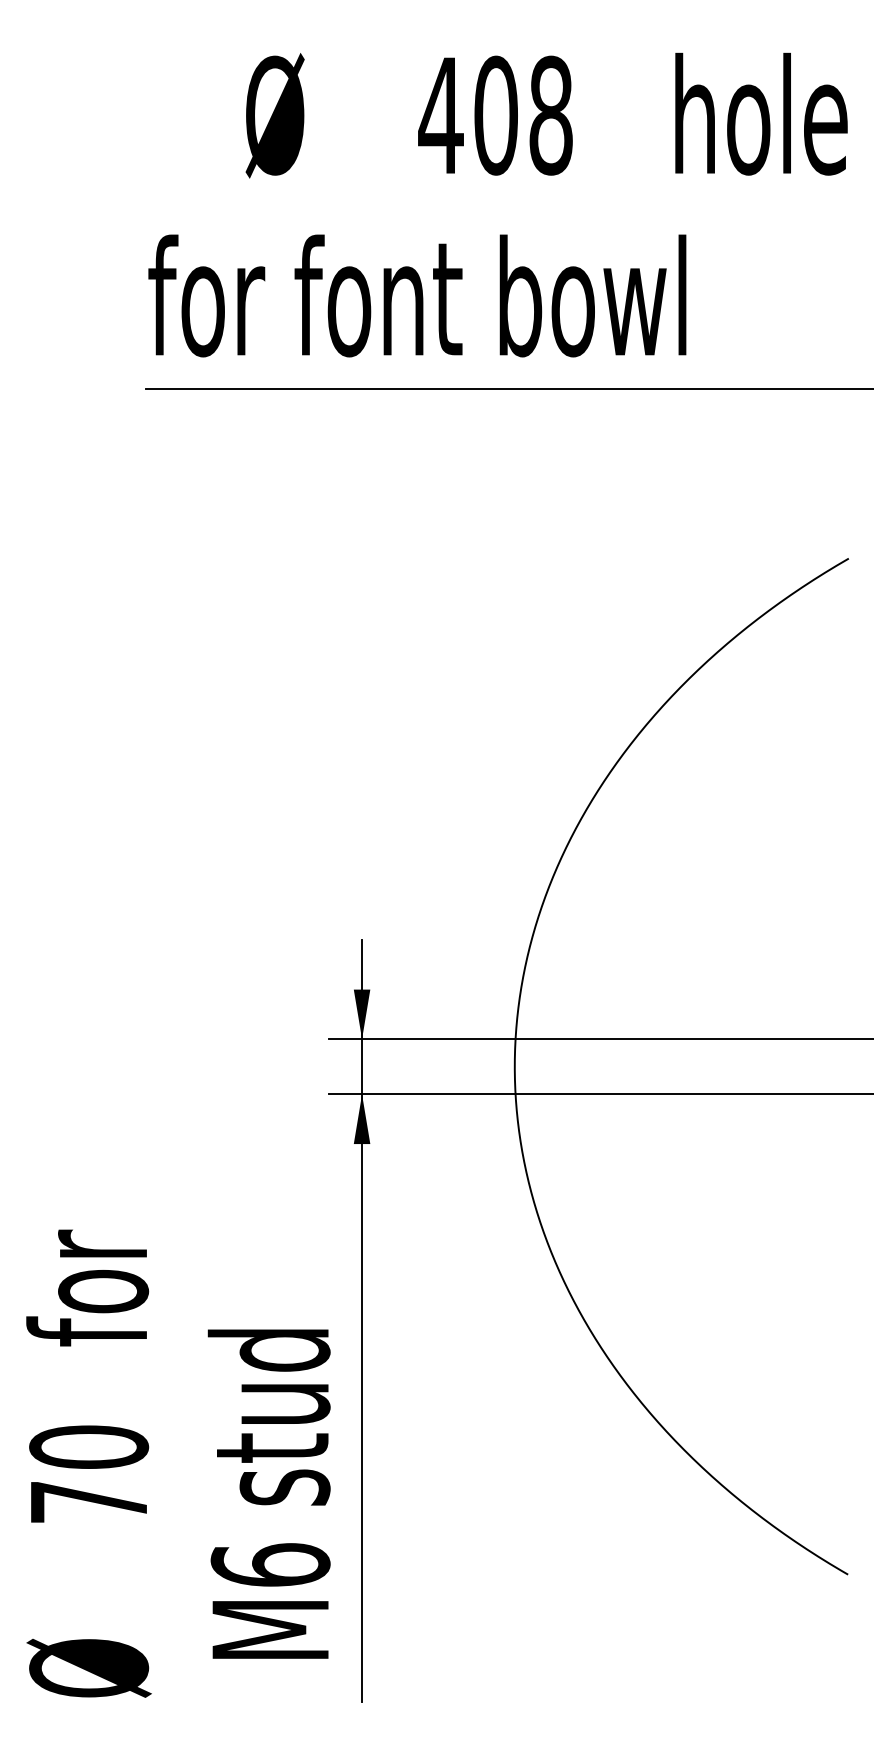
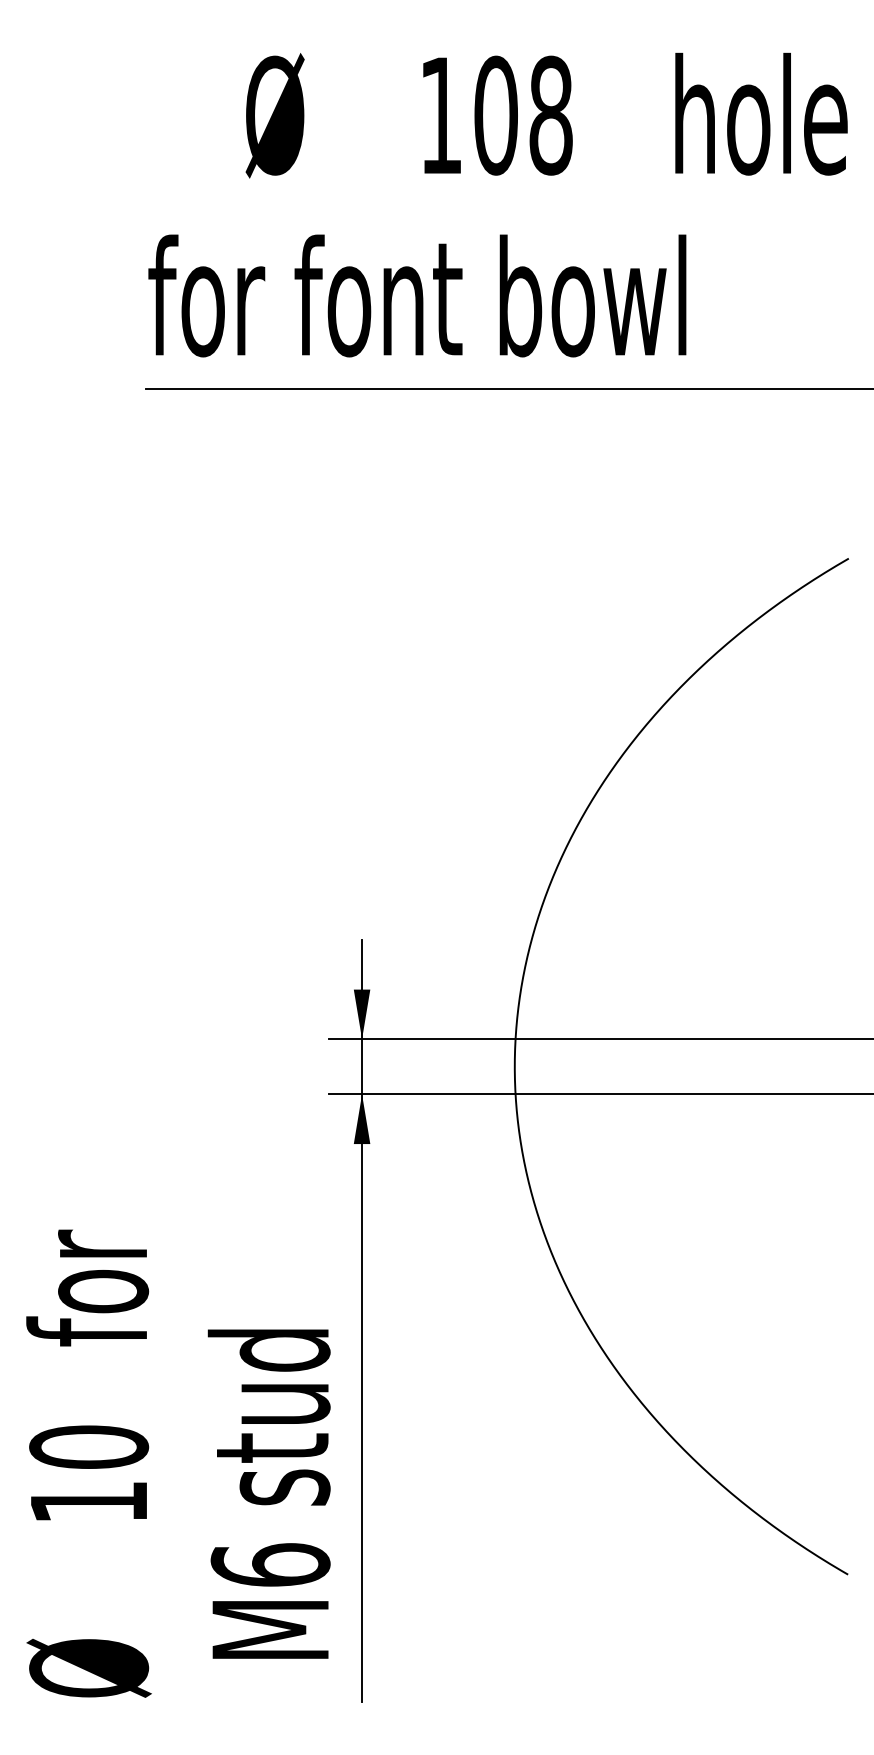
text at (440, 115): 408 -> 108
text at (88, 1502): 70 -> 10
